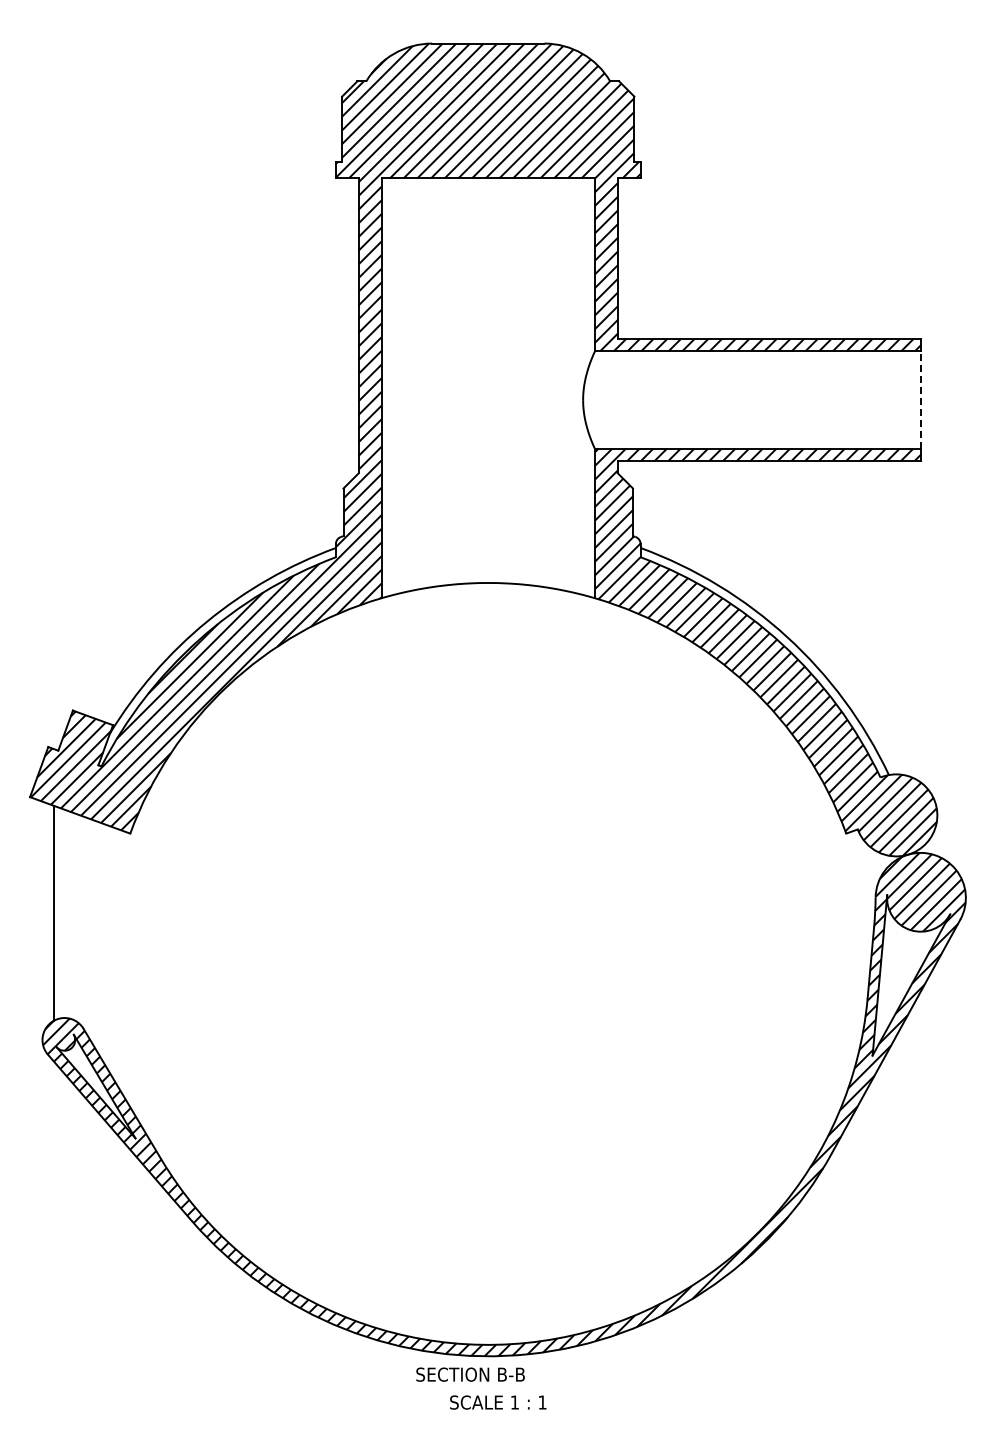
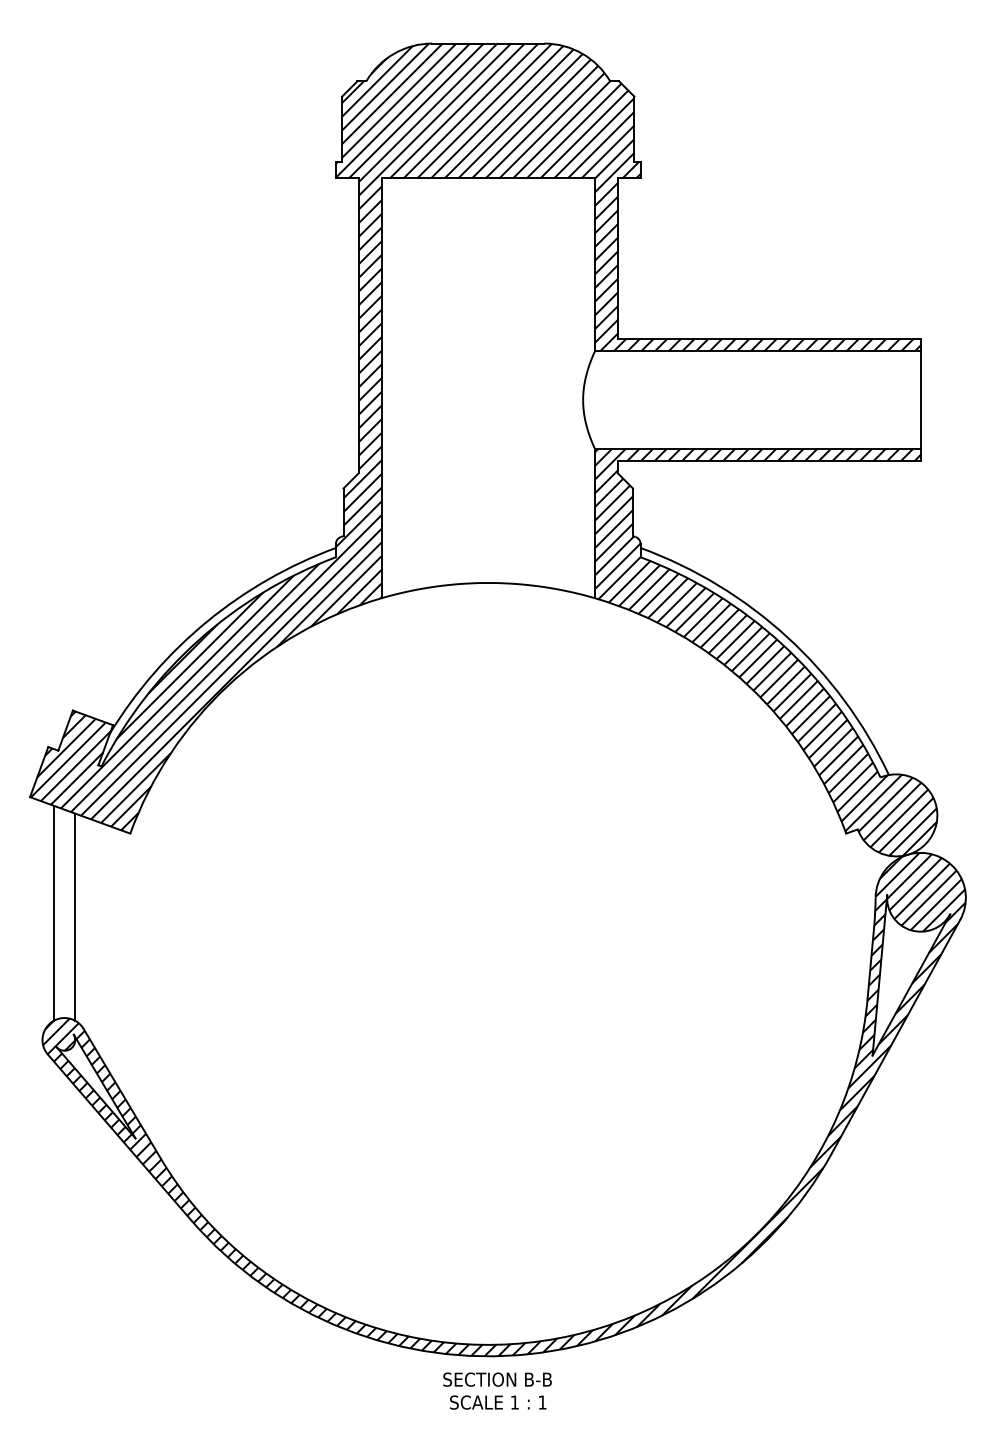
line at (921, 400): dashed -> solid
line at (75, 916): none -> present
text at (470, 1374) position: (470, 1374) -> (497, 1379)
